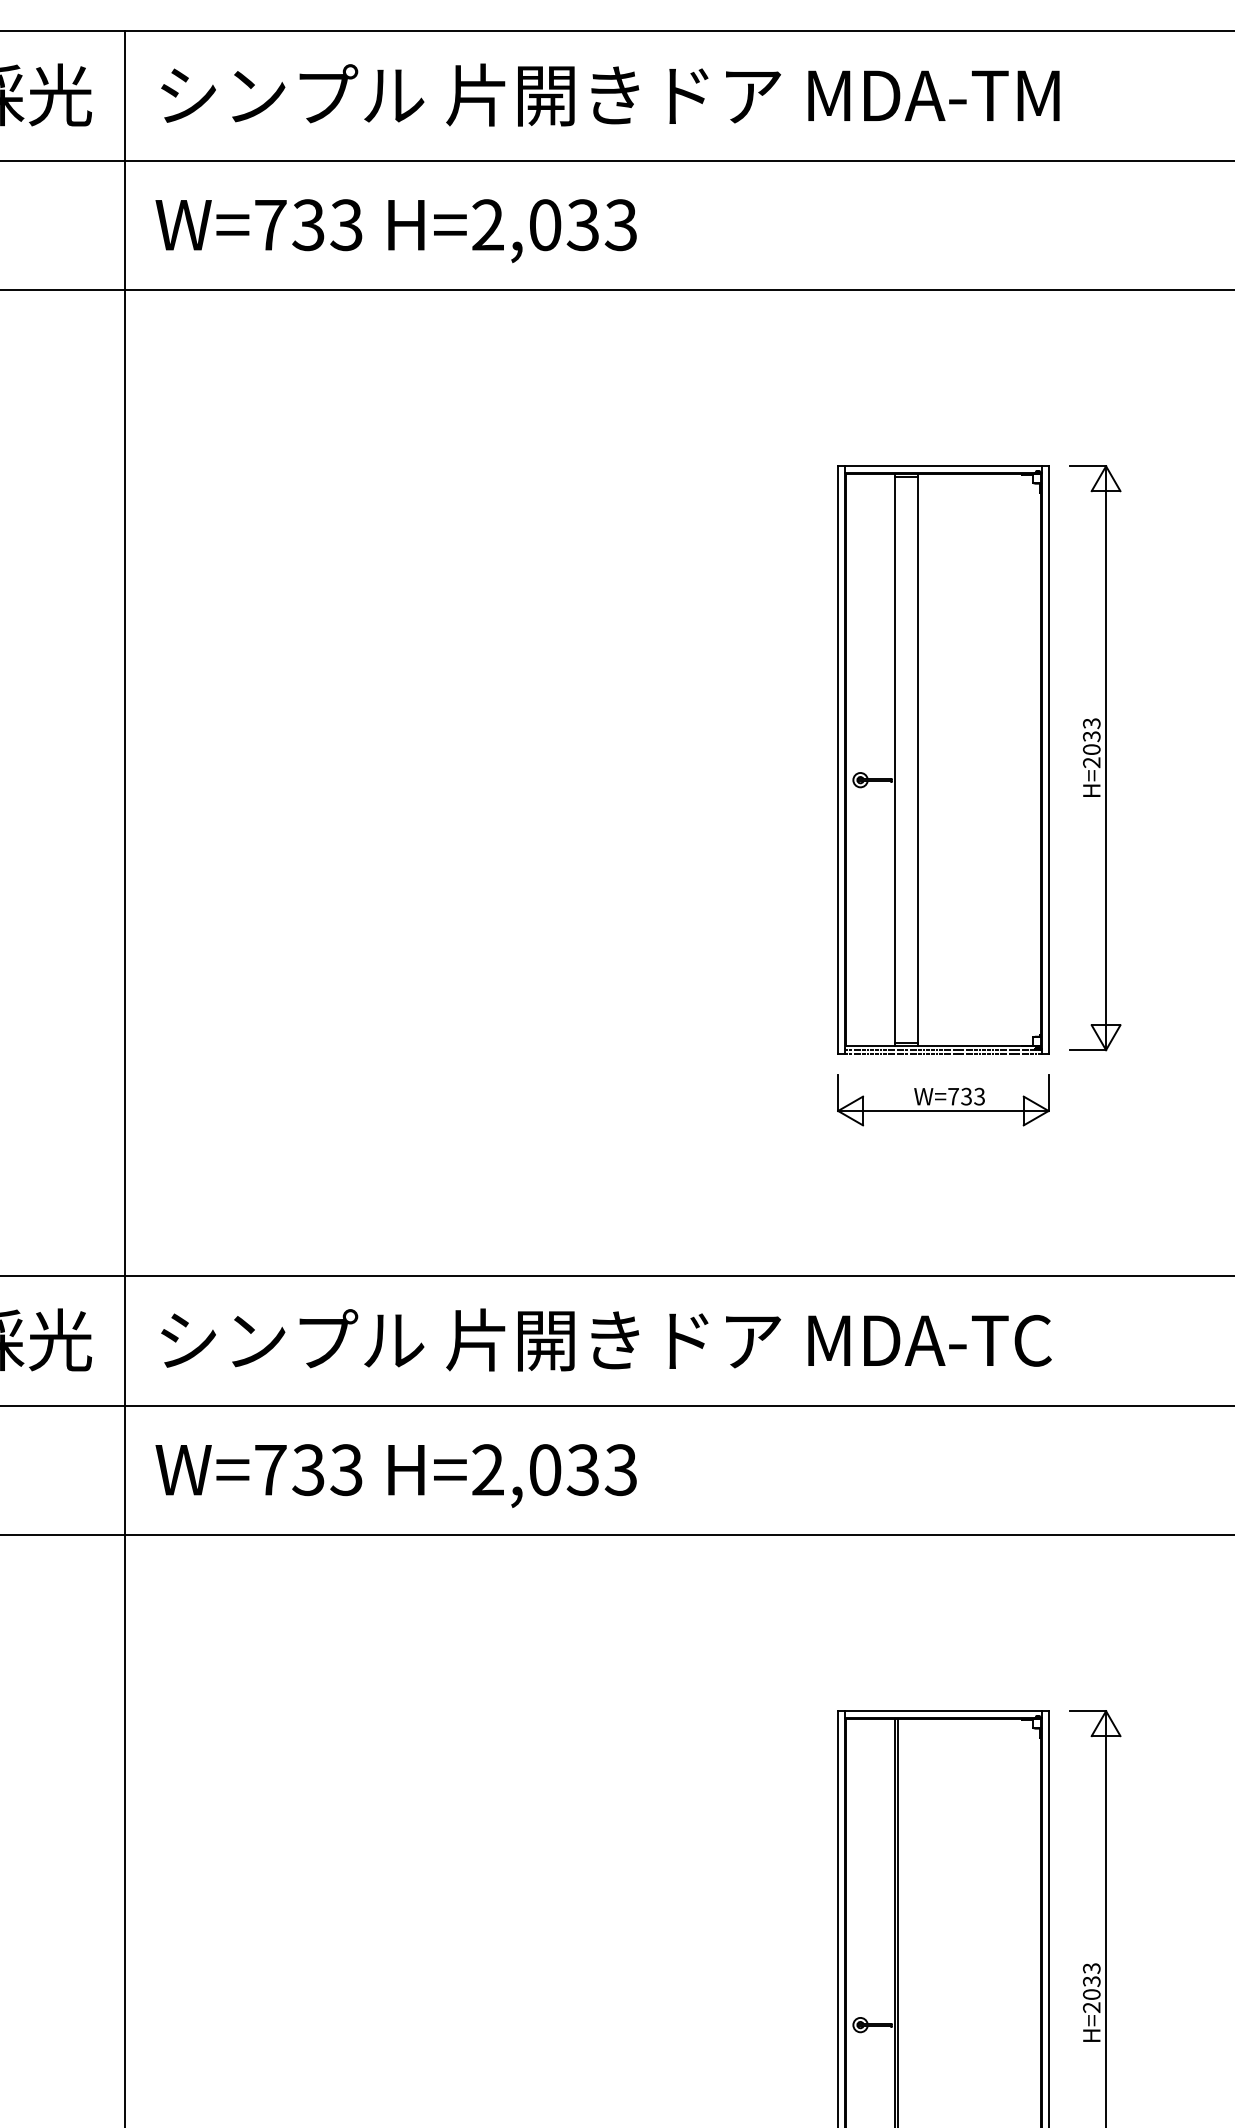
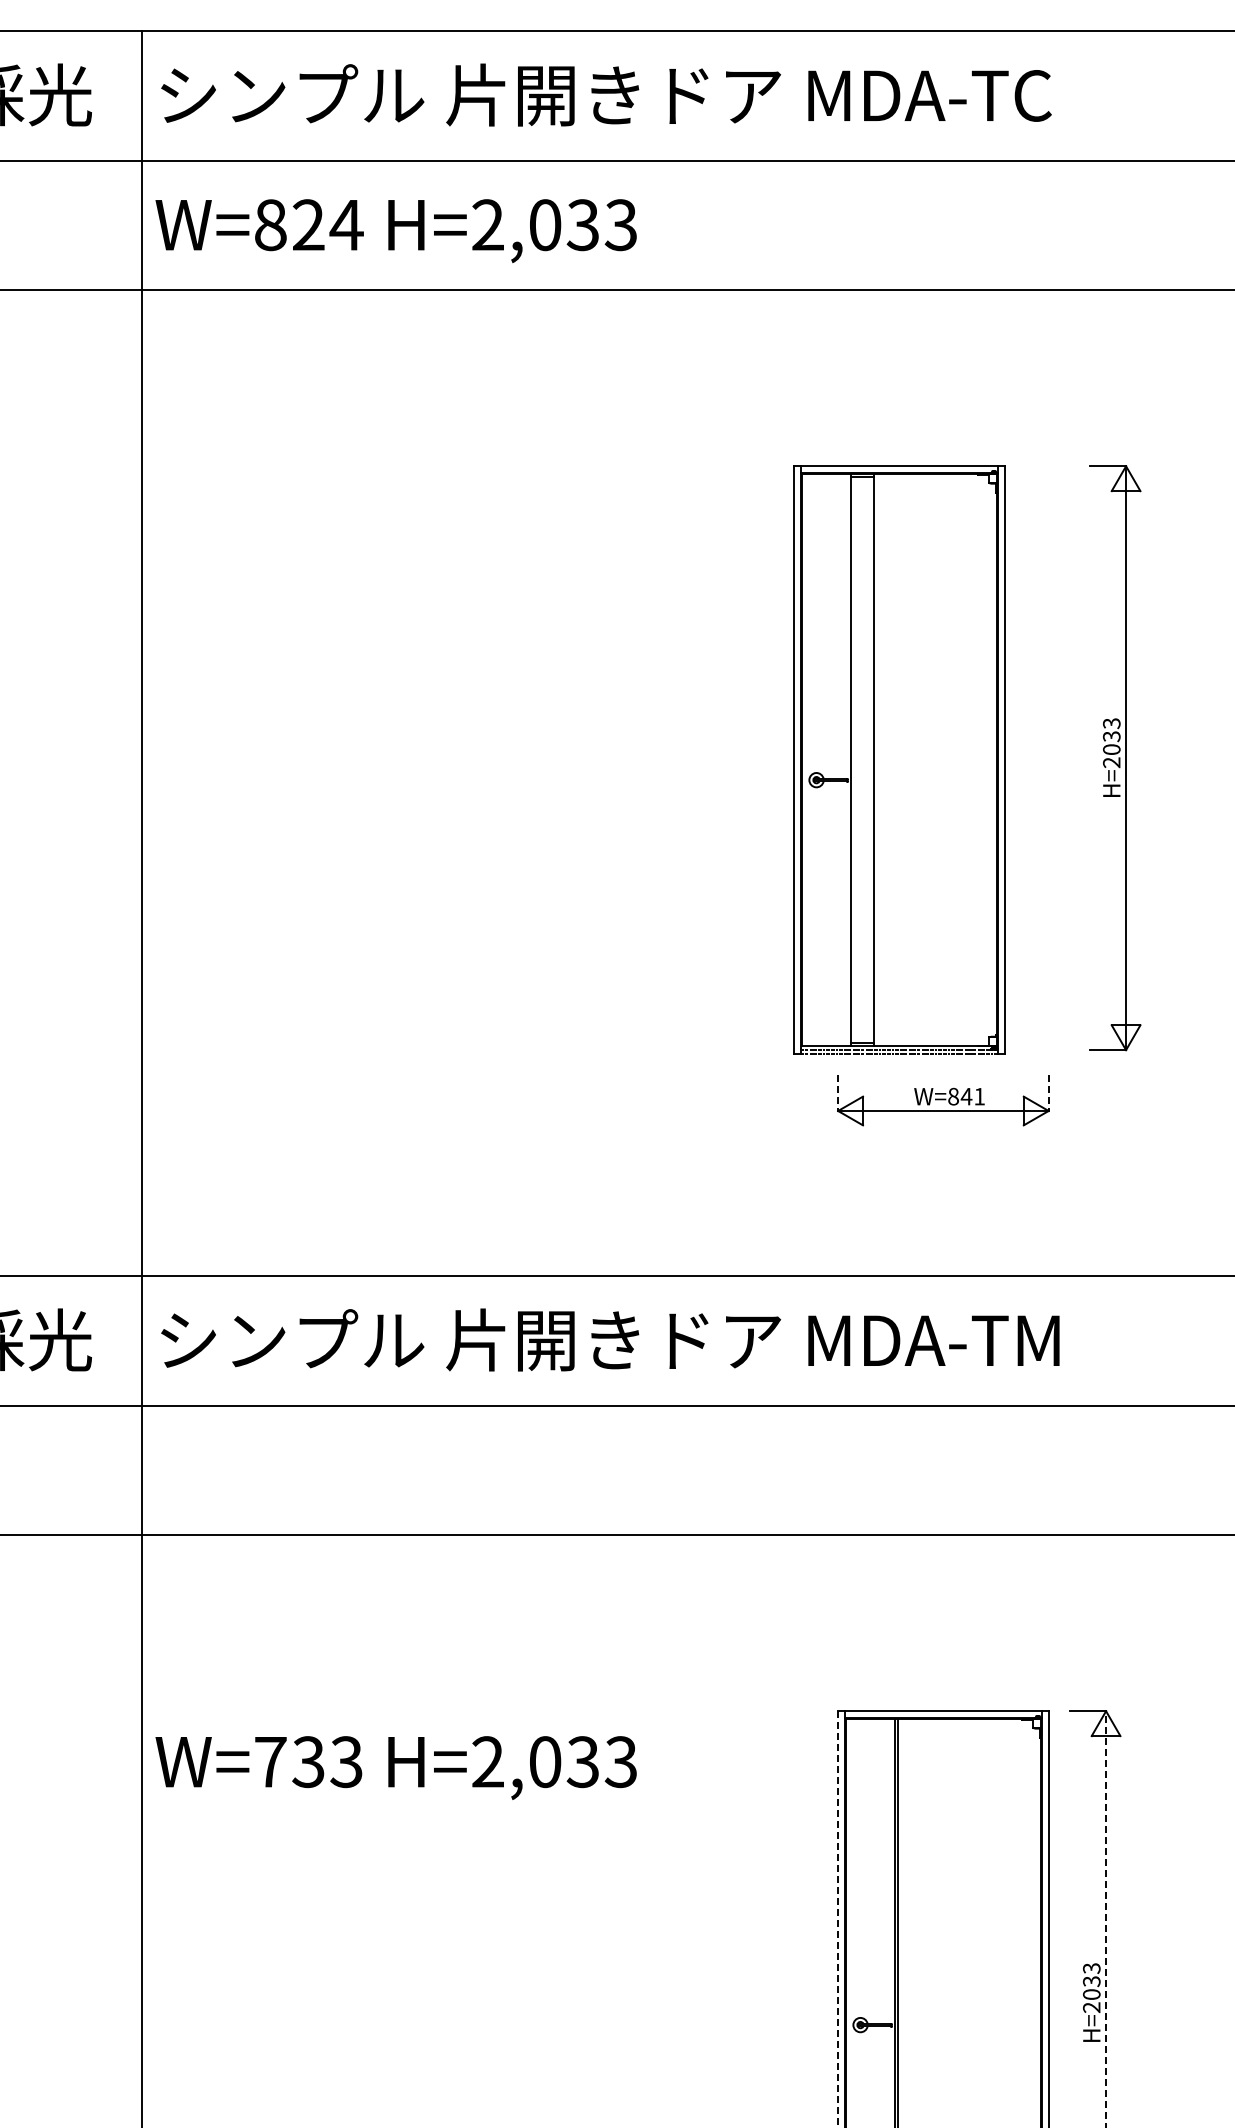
text at (1036, 95): シンプル 片開きドア MDA-TM -> シンプル 片開きドア MDA-TC
text at (309, 225): W=733 -> W=824
part at (1095, 758) position: (1095, 758) -> (1115, 758)
part at (943, 759) position: (943, 759) -> (899, 759)
line at (124, 1077) position: (124, 1077) -> (141, 1077)
line at (838, 1093): solid -> dashed
line at (1048, 1093): solid -> dashed
text at (966, 1096): W=733 -> W=841
text at (1036, 1340): シンプル 片開きドア MDA-TC -> シンプル 片開きドア MDA-TM
text at (395, 1475) position: (395, 1475) -> (395, 1767)
line at (838, 1919): solid -> dashed
line at (1106, 1919): solid -> dashed
